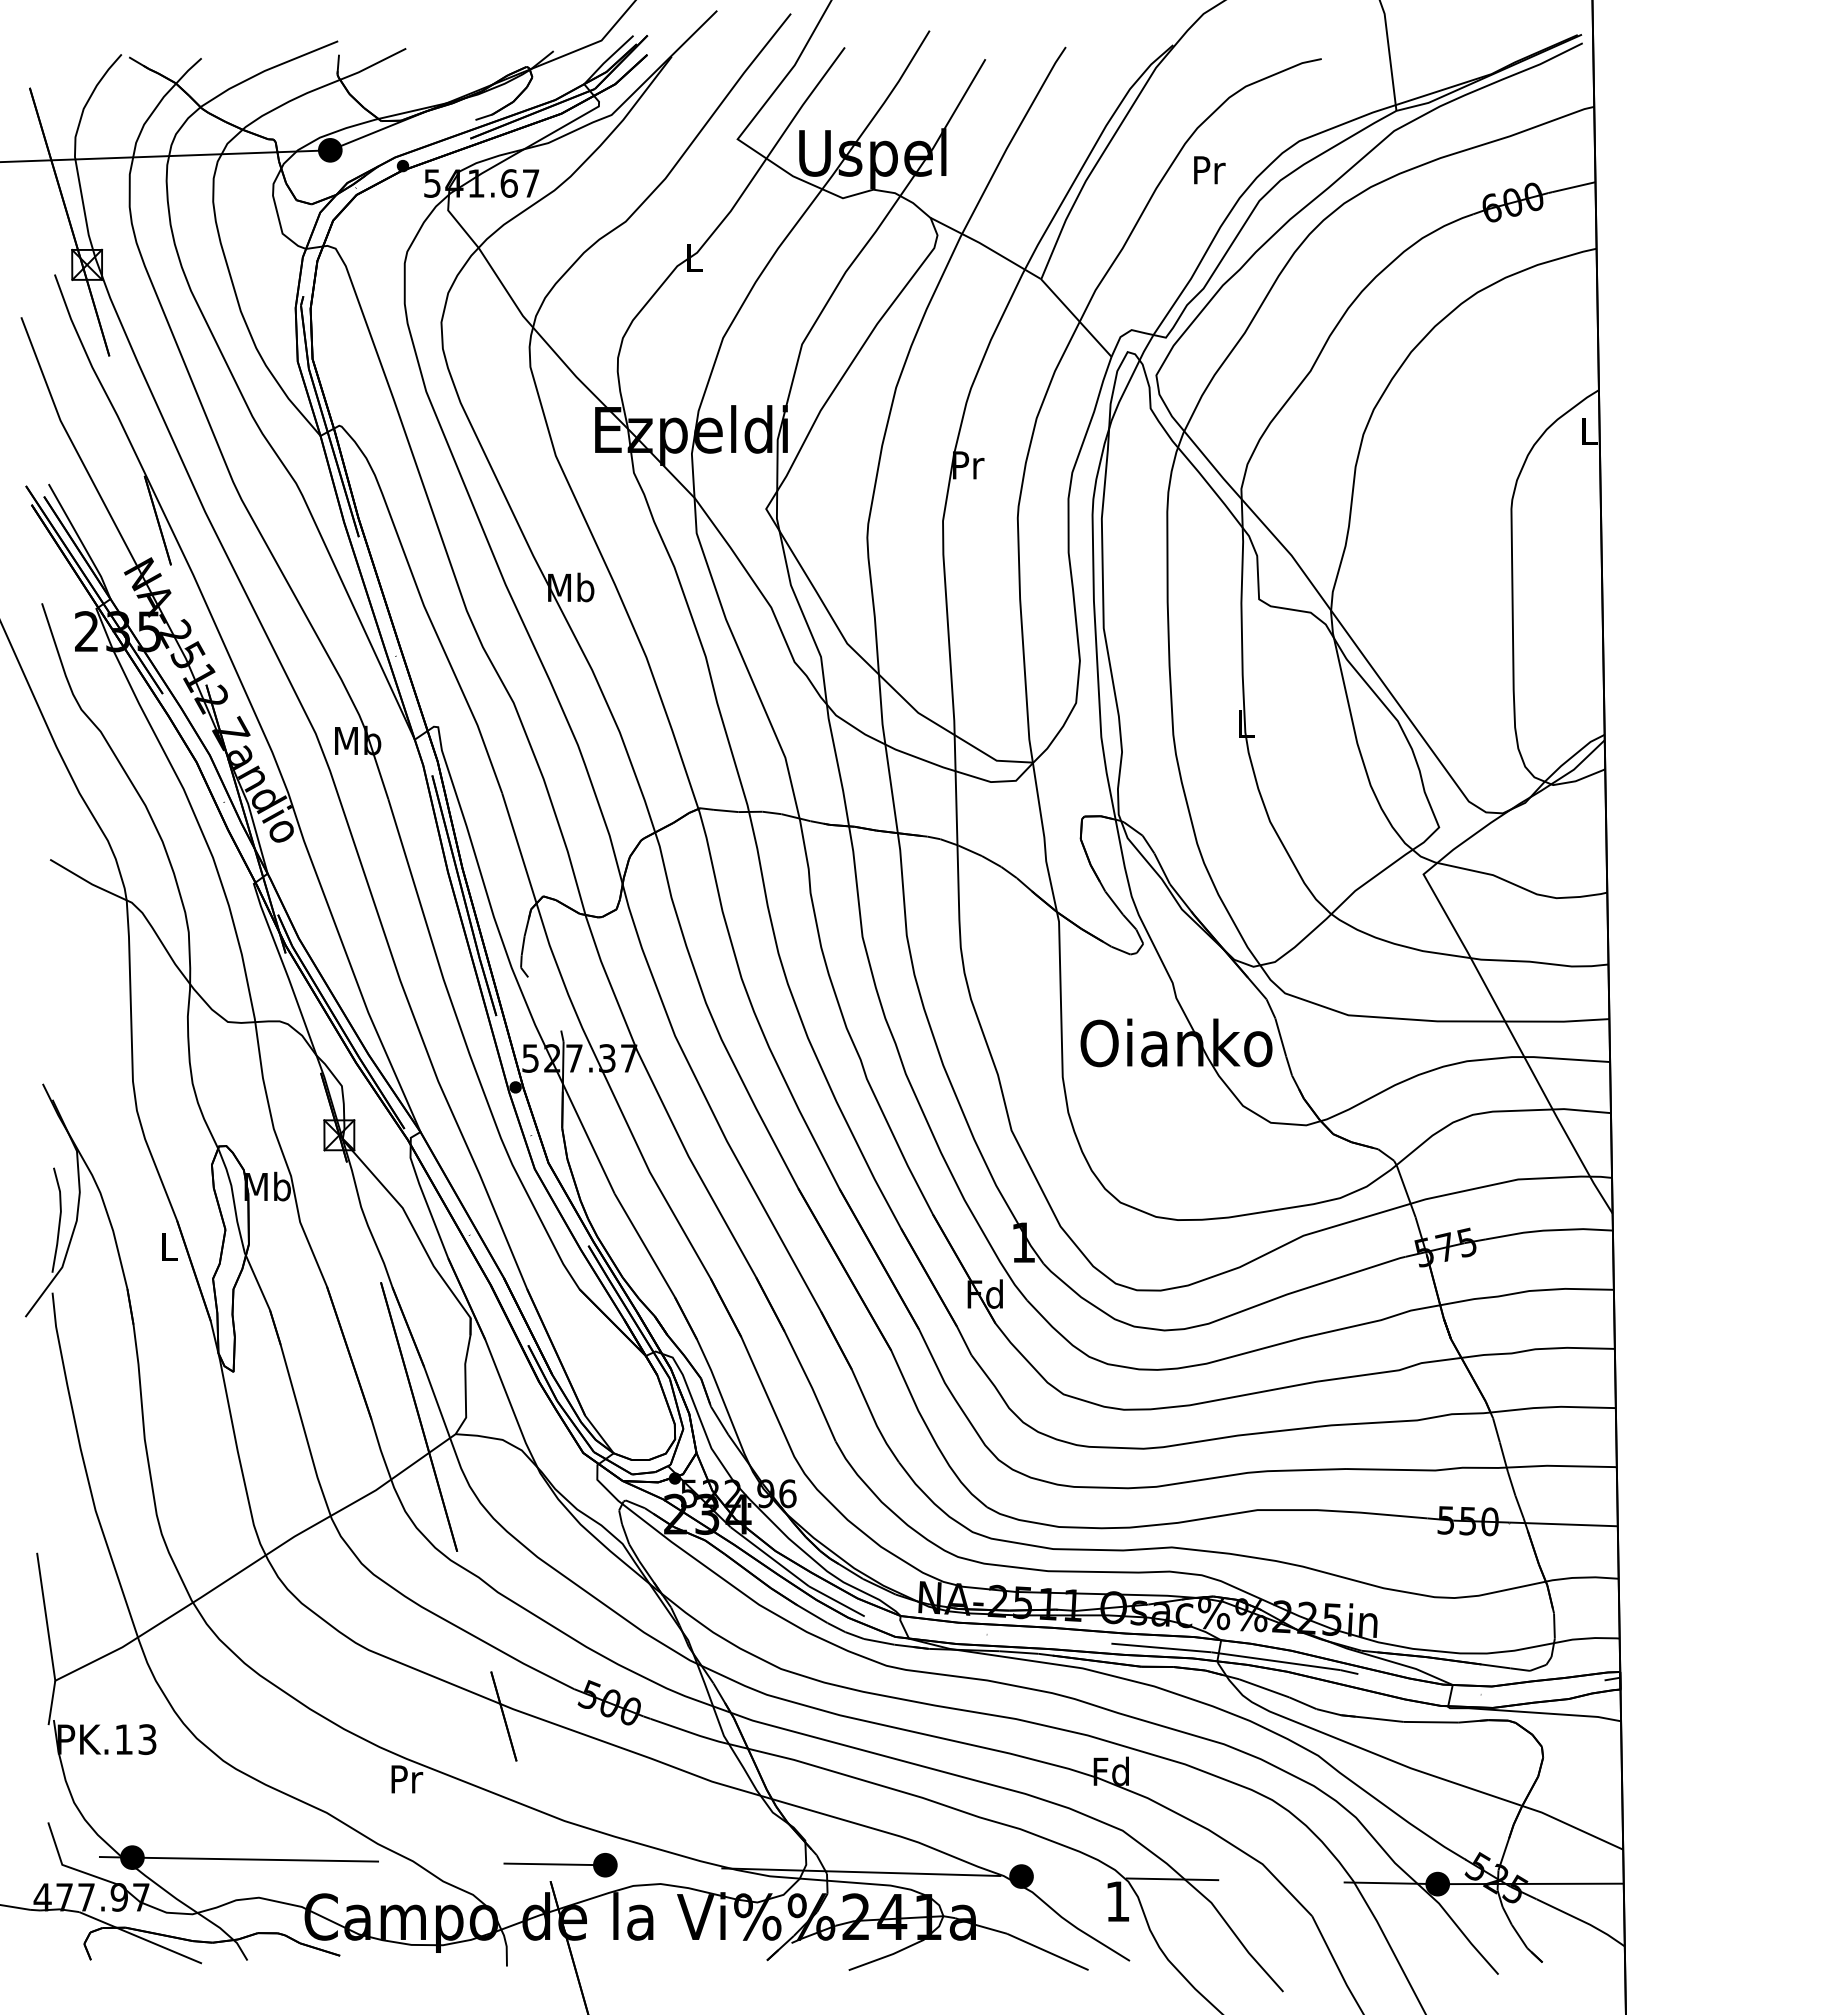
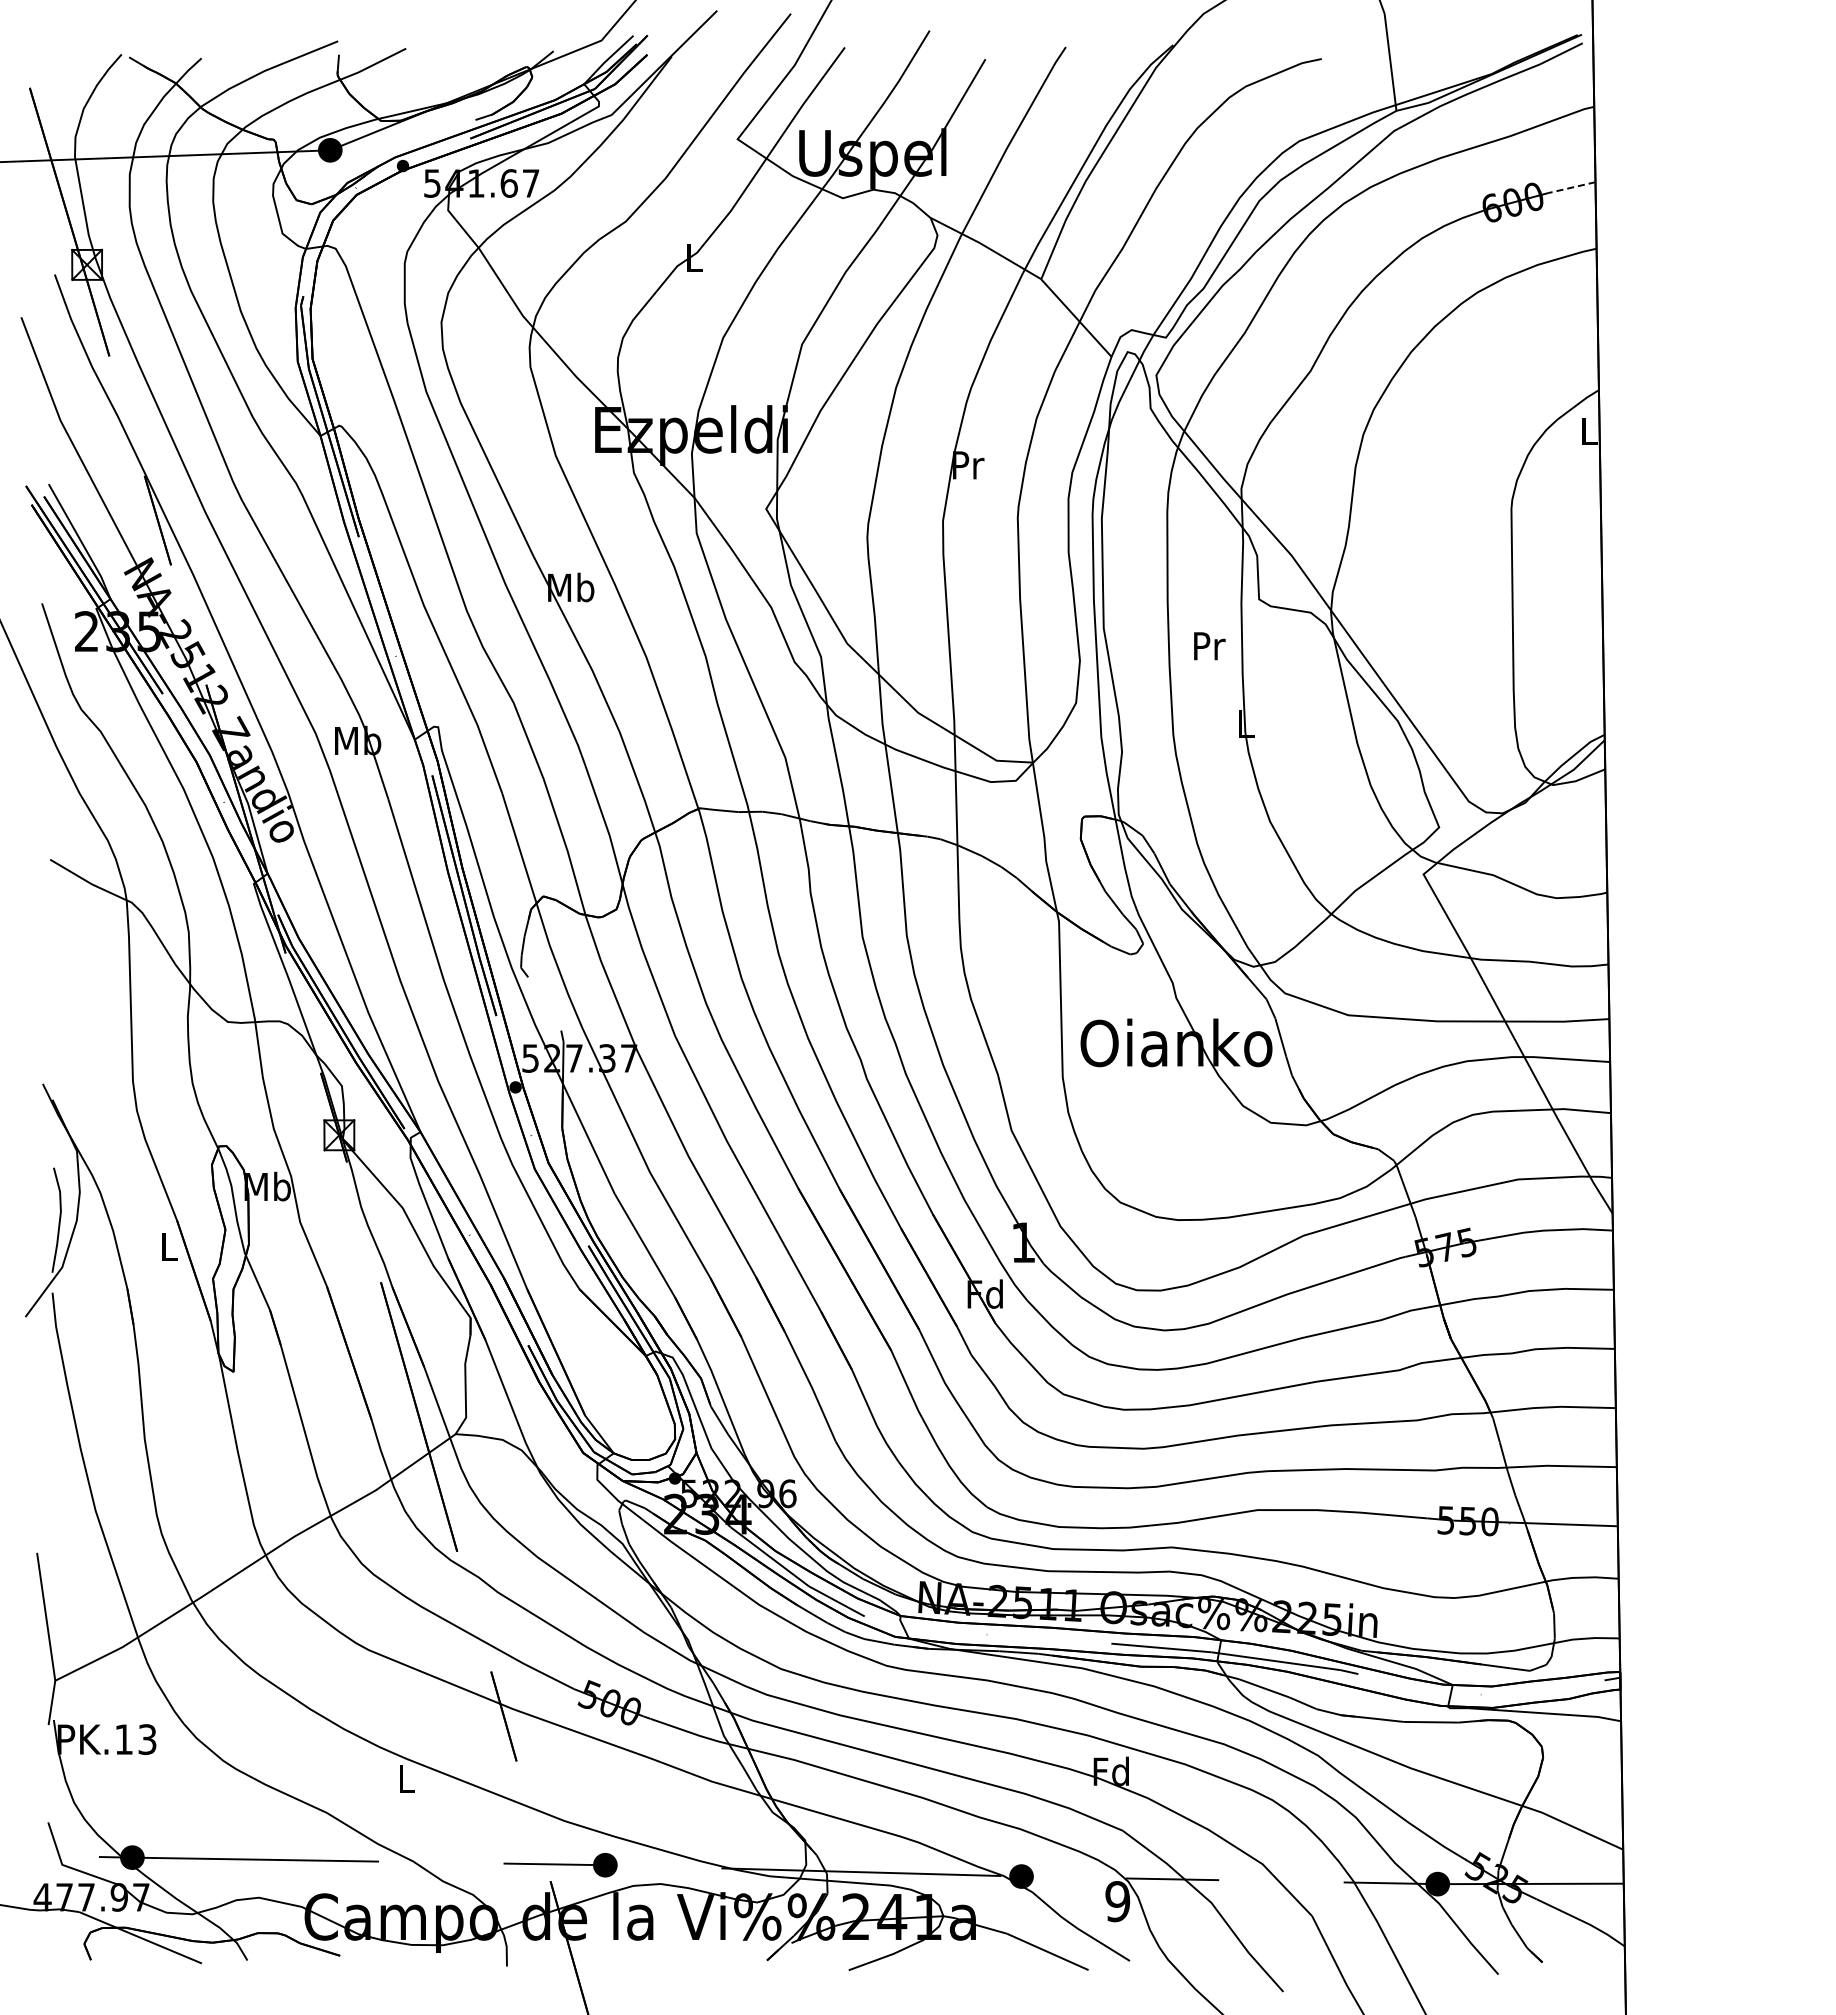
text at (1209, 170) position: (1209, 170) -> (1209, 646)
line at (1573, 187): solid -> dashed
text at (407, 1779): Pr -> L
text at (1117, 1901): 1 -> 9
